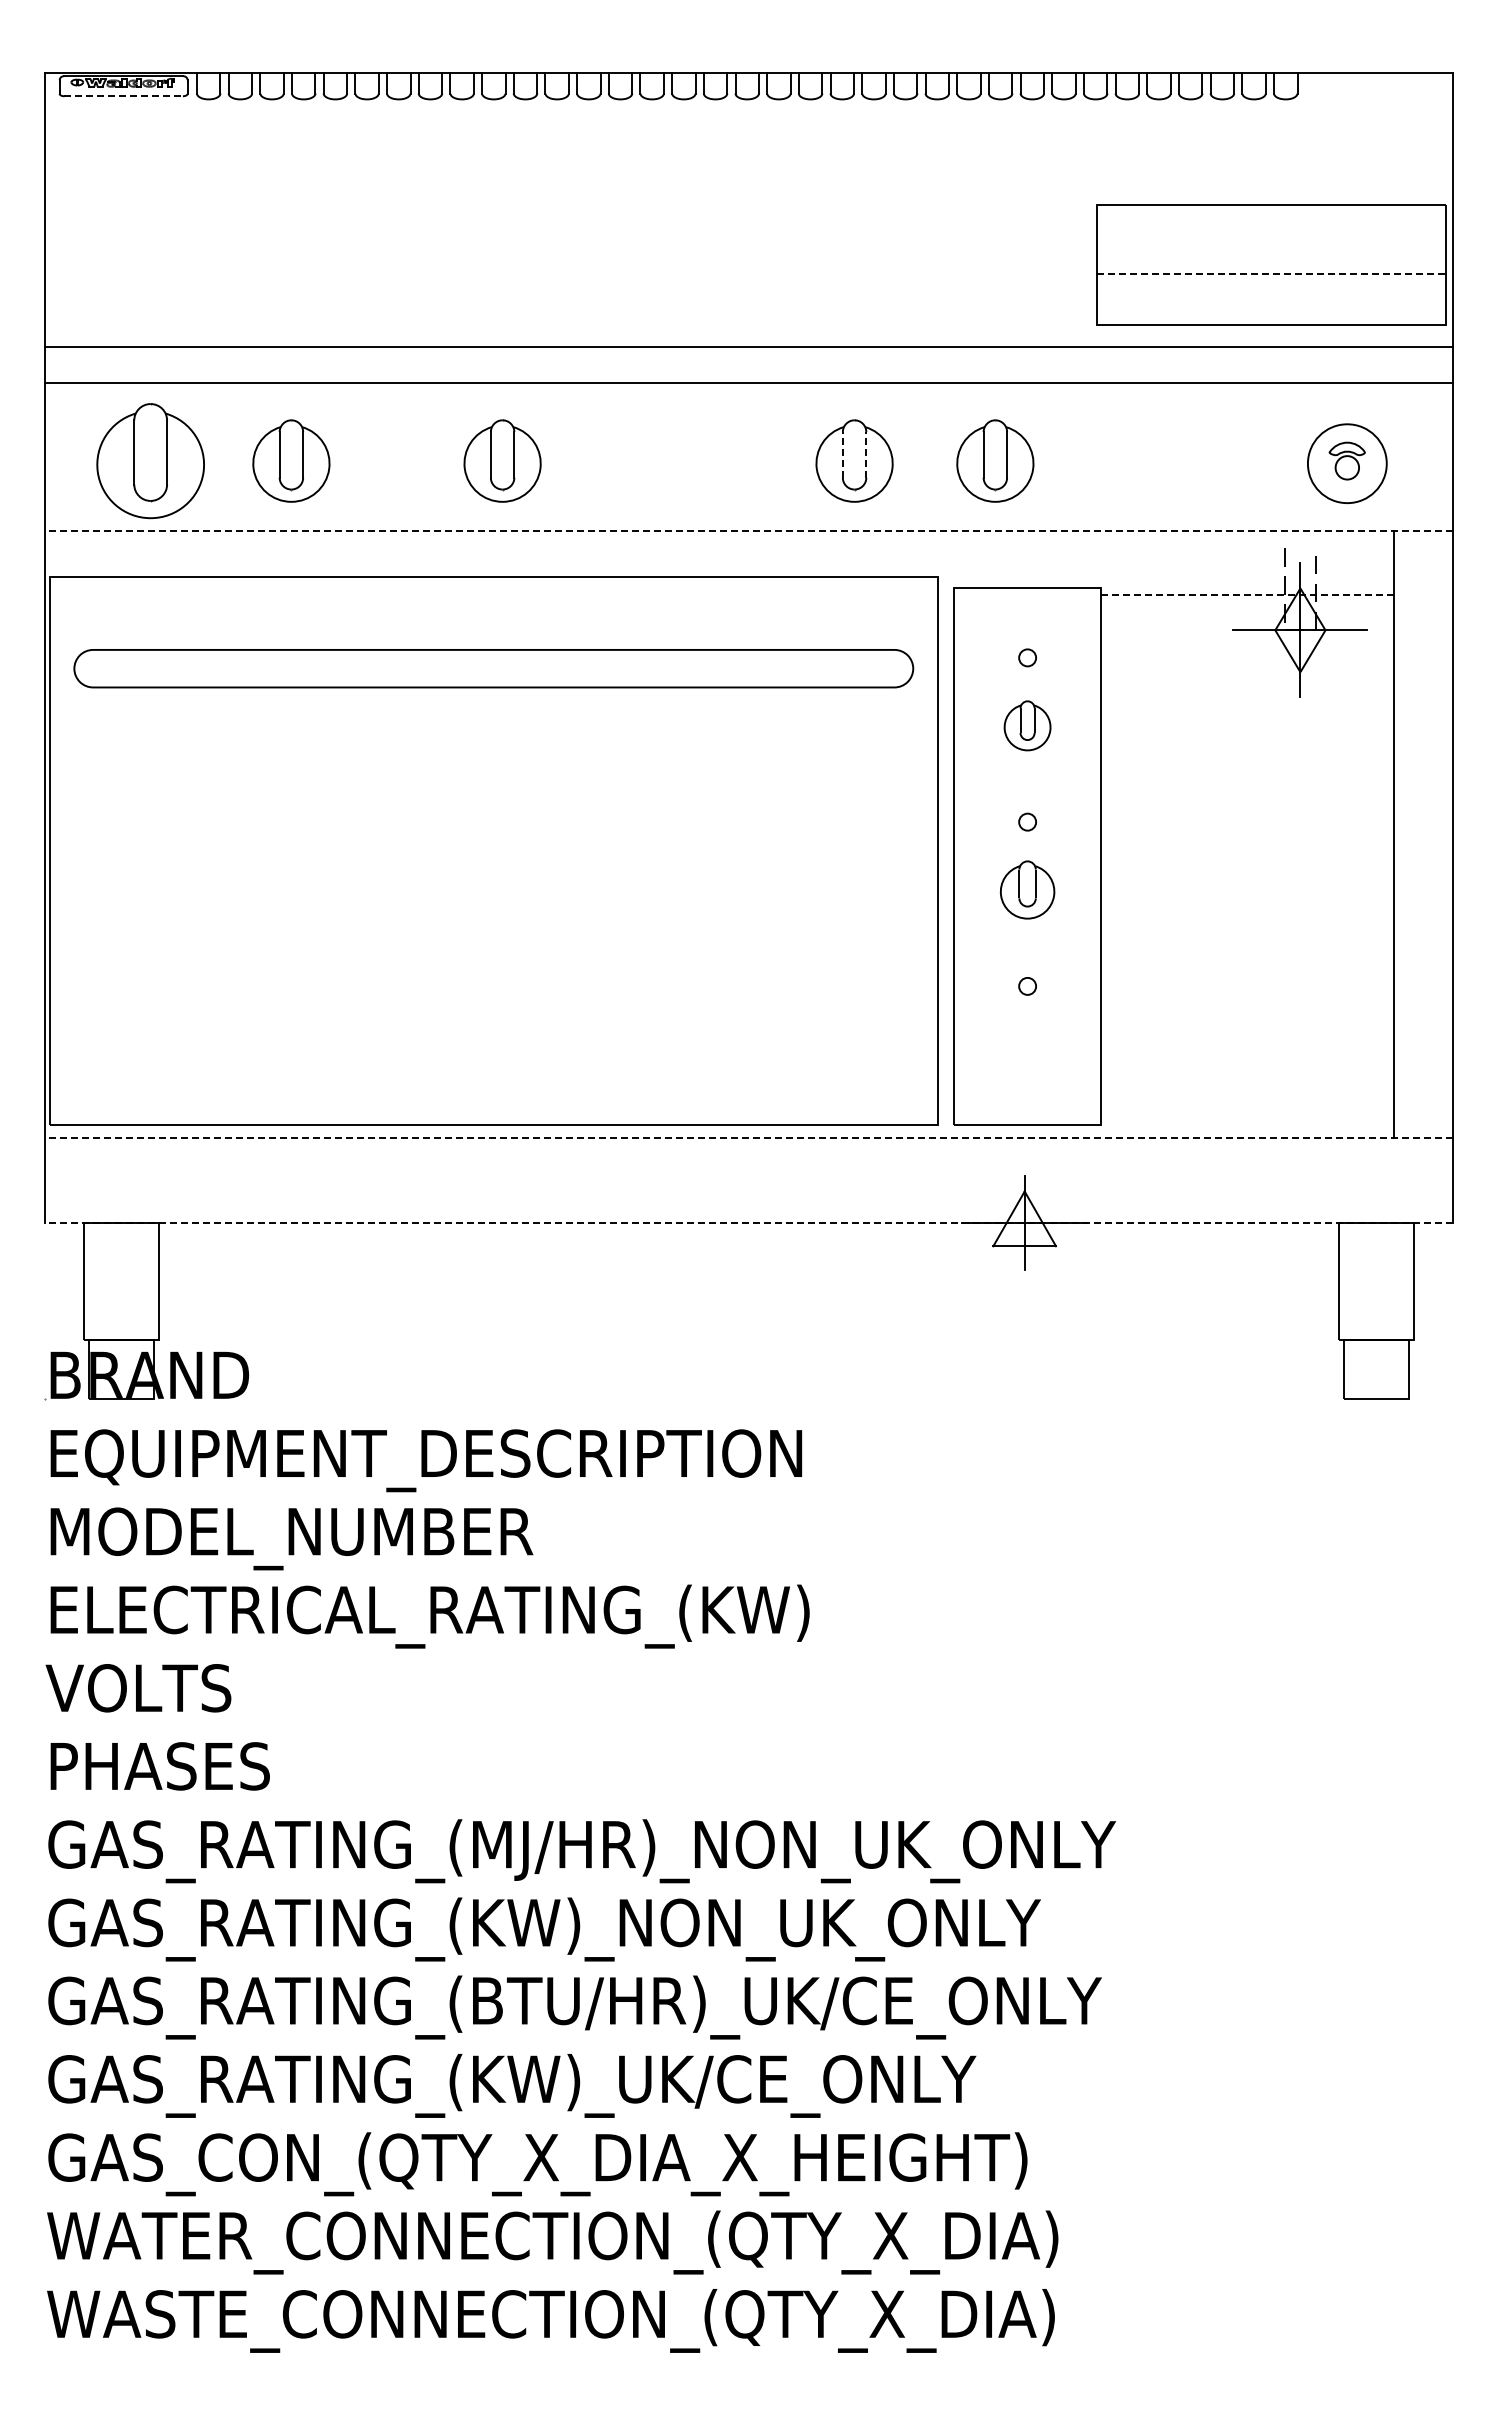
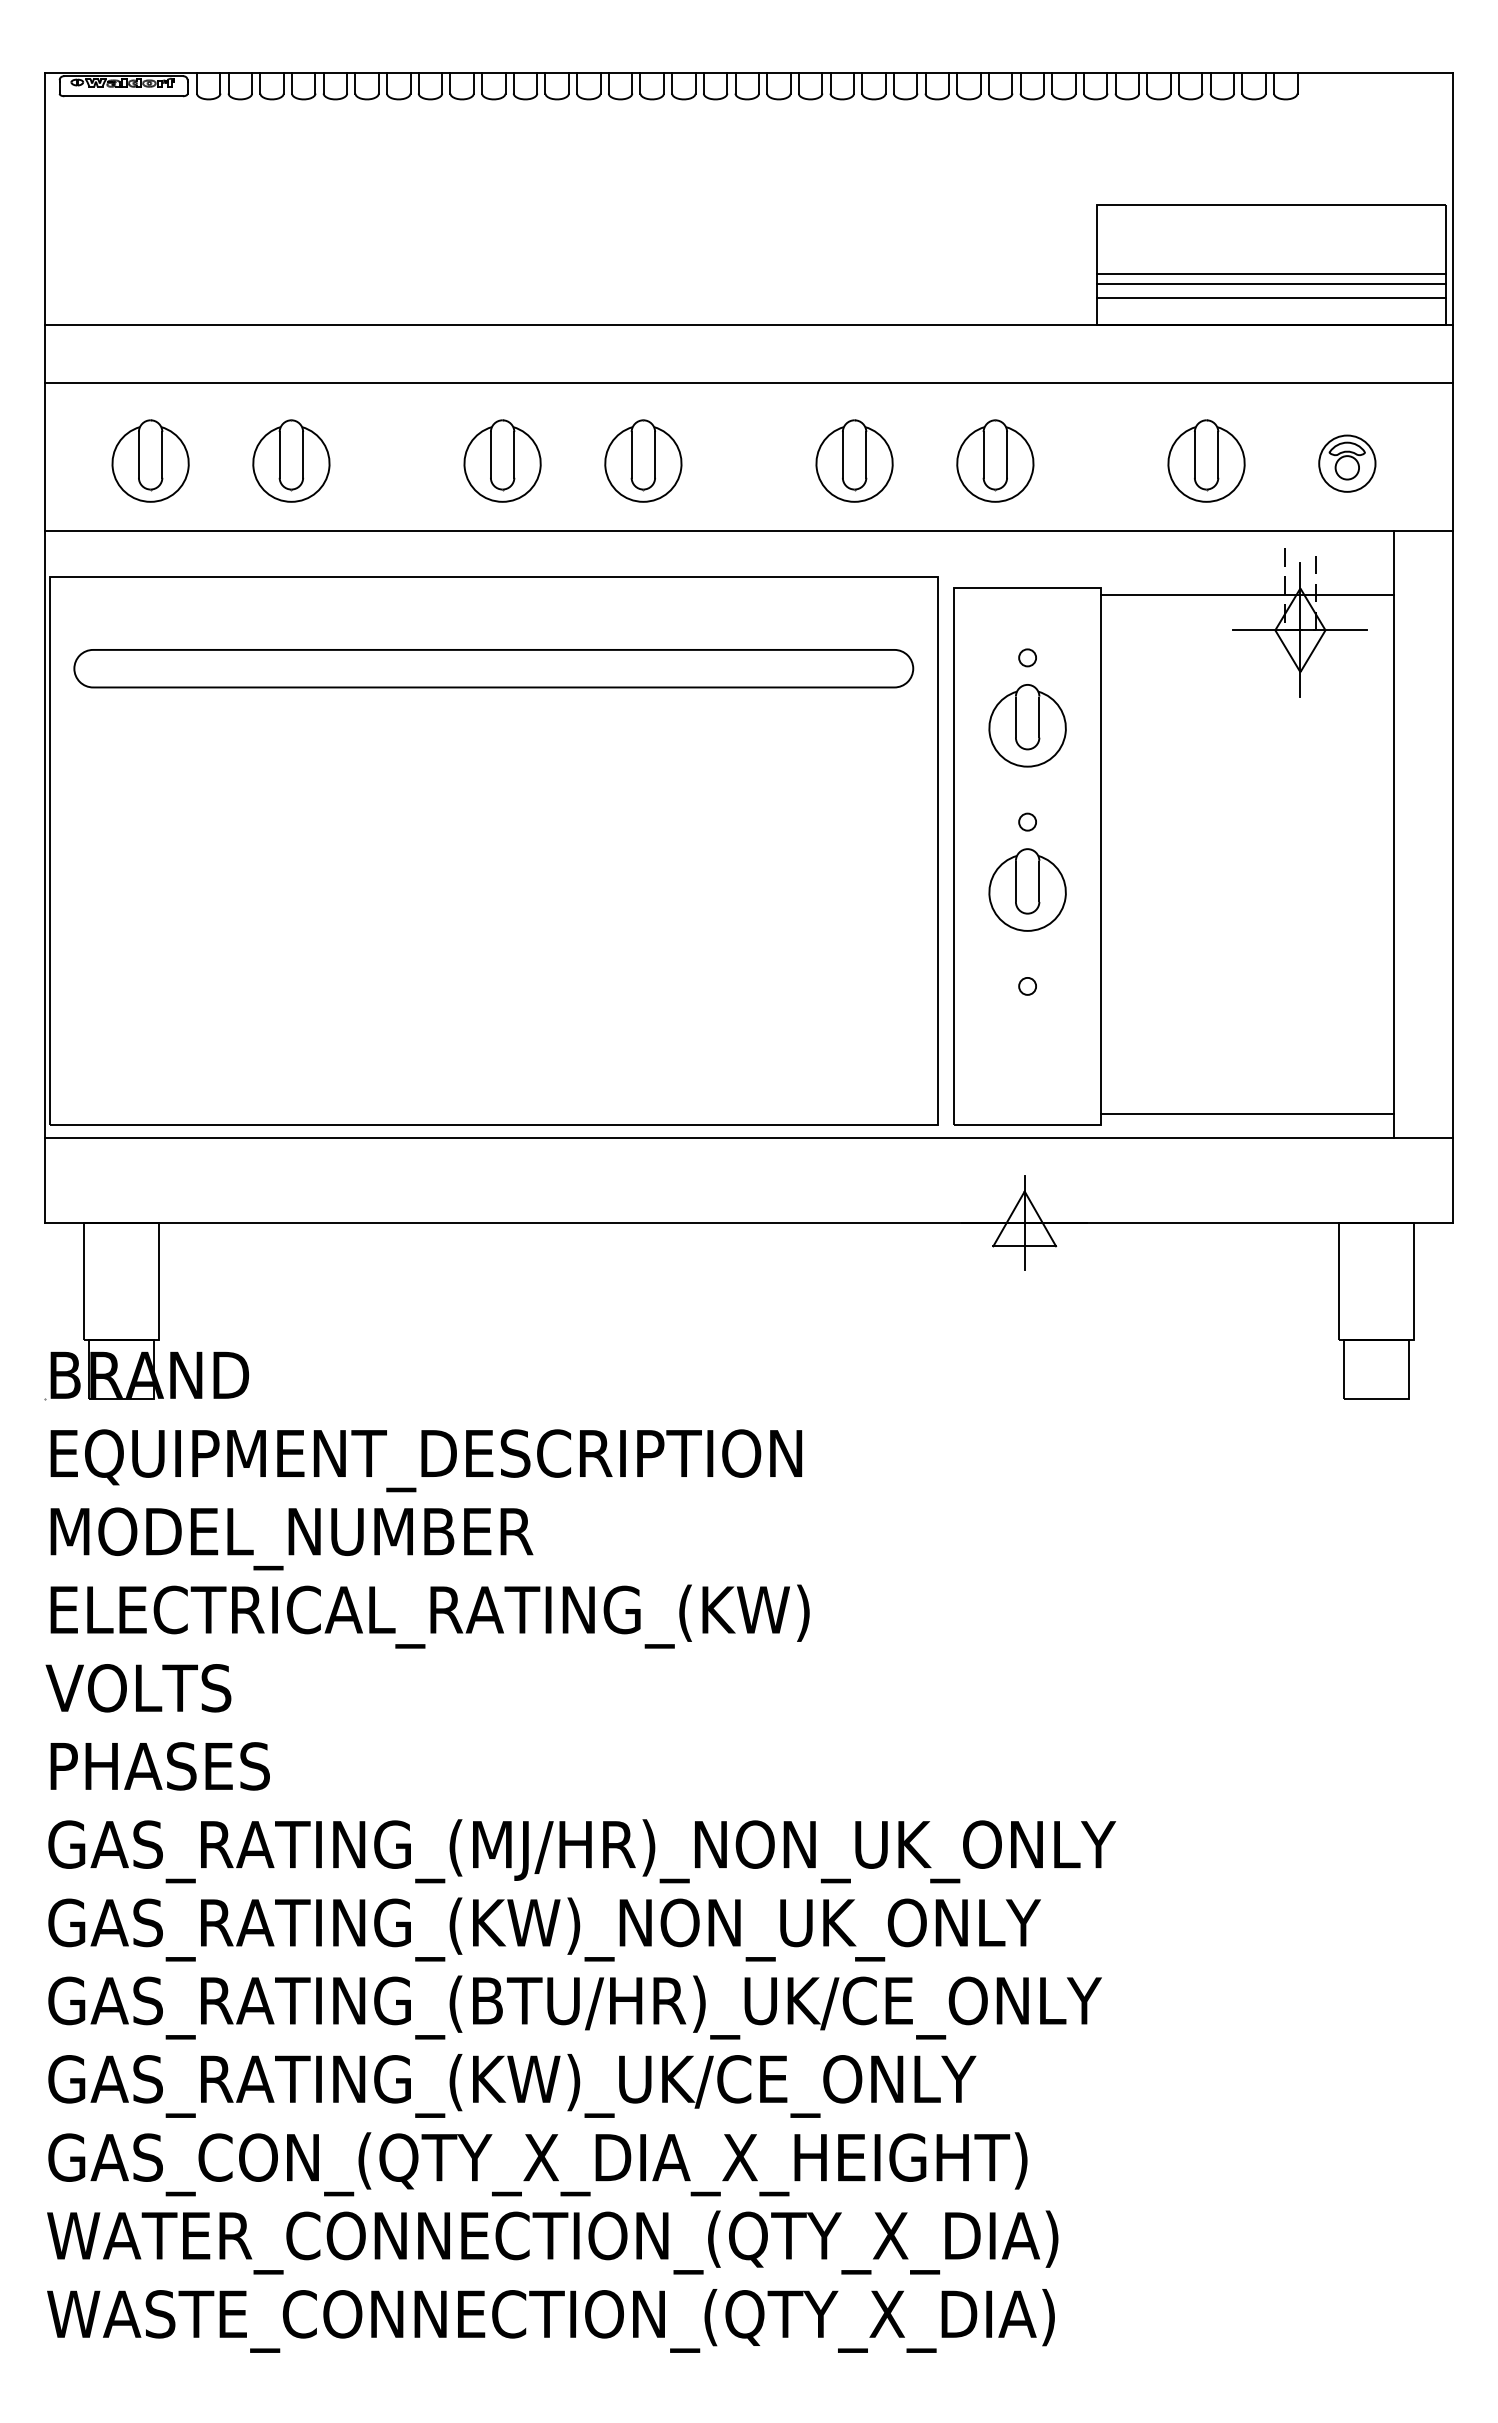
line at (124, 96): dashed -> solid
line at (1272, 273): dashed -> solid
line at (1271, 284): none -> present
line at (1271, 297): none -> present
line at (748, 347) position: (748, 347) -> (748, 325)
line at (842, 454): dashed -> solid
line at (866, 454): dashed -> solid
part at (643, 460): none -> present
part at (1206, 460): none -> present
part at (150, 461) size: 109x117 px -> 79x84 px
circle at (1346, 463) diameter: 79 px -> 56 px
line at (749, 530): dashed -> solid
line at (1247, 595): dashed -> solid
part at (1027, 725) size: 49x52 px -> 79x84 px
part at (1027, 889) size: 56x60 px -> 79x84 px
line at (1247, 1114): none -> present
line at (749, 1137): dashed -> solid
line at (749, 1222): dashed -> solid
